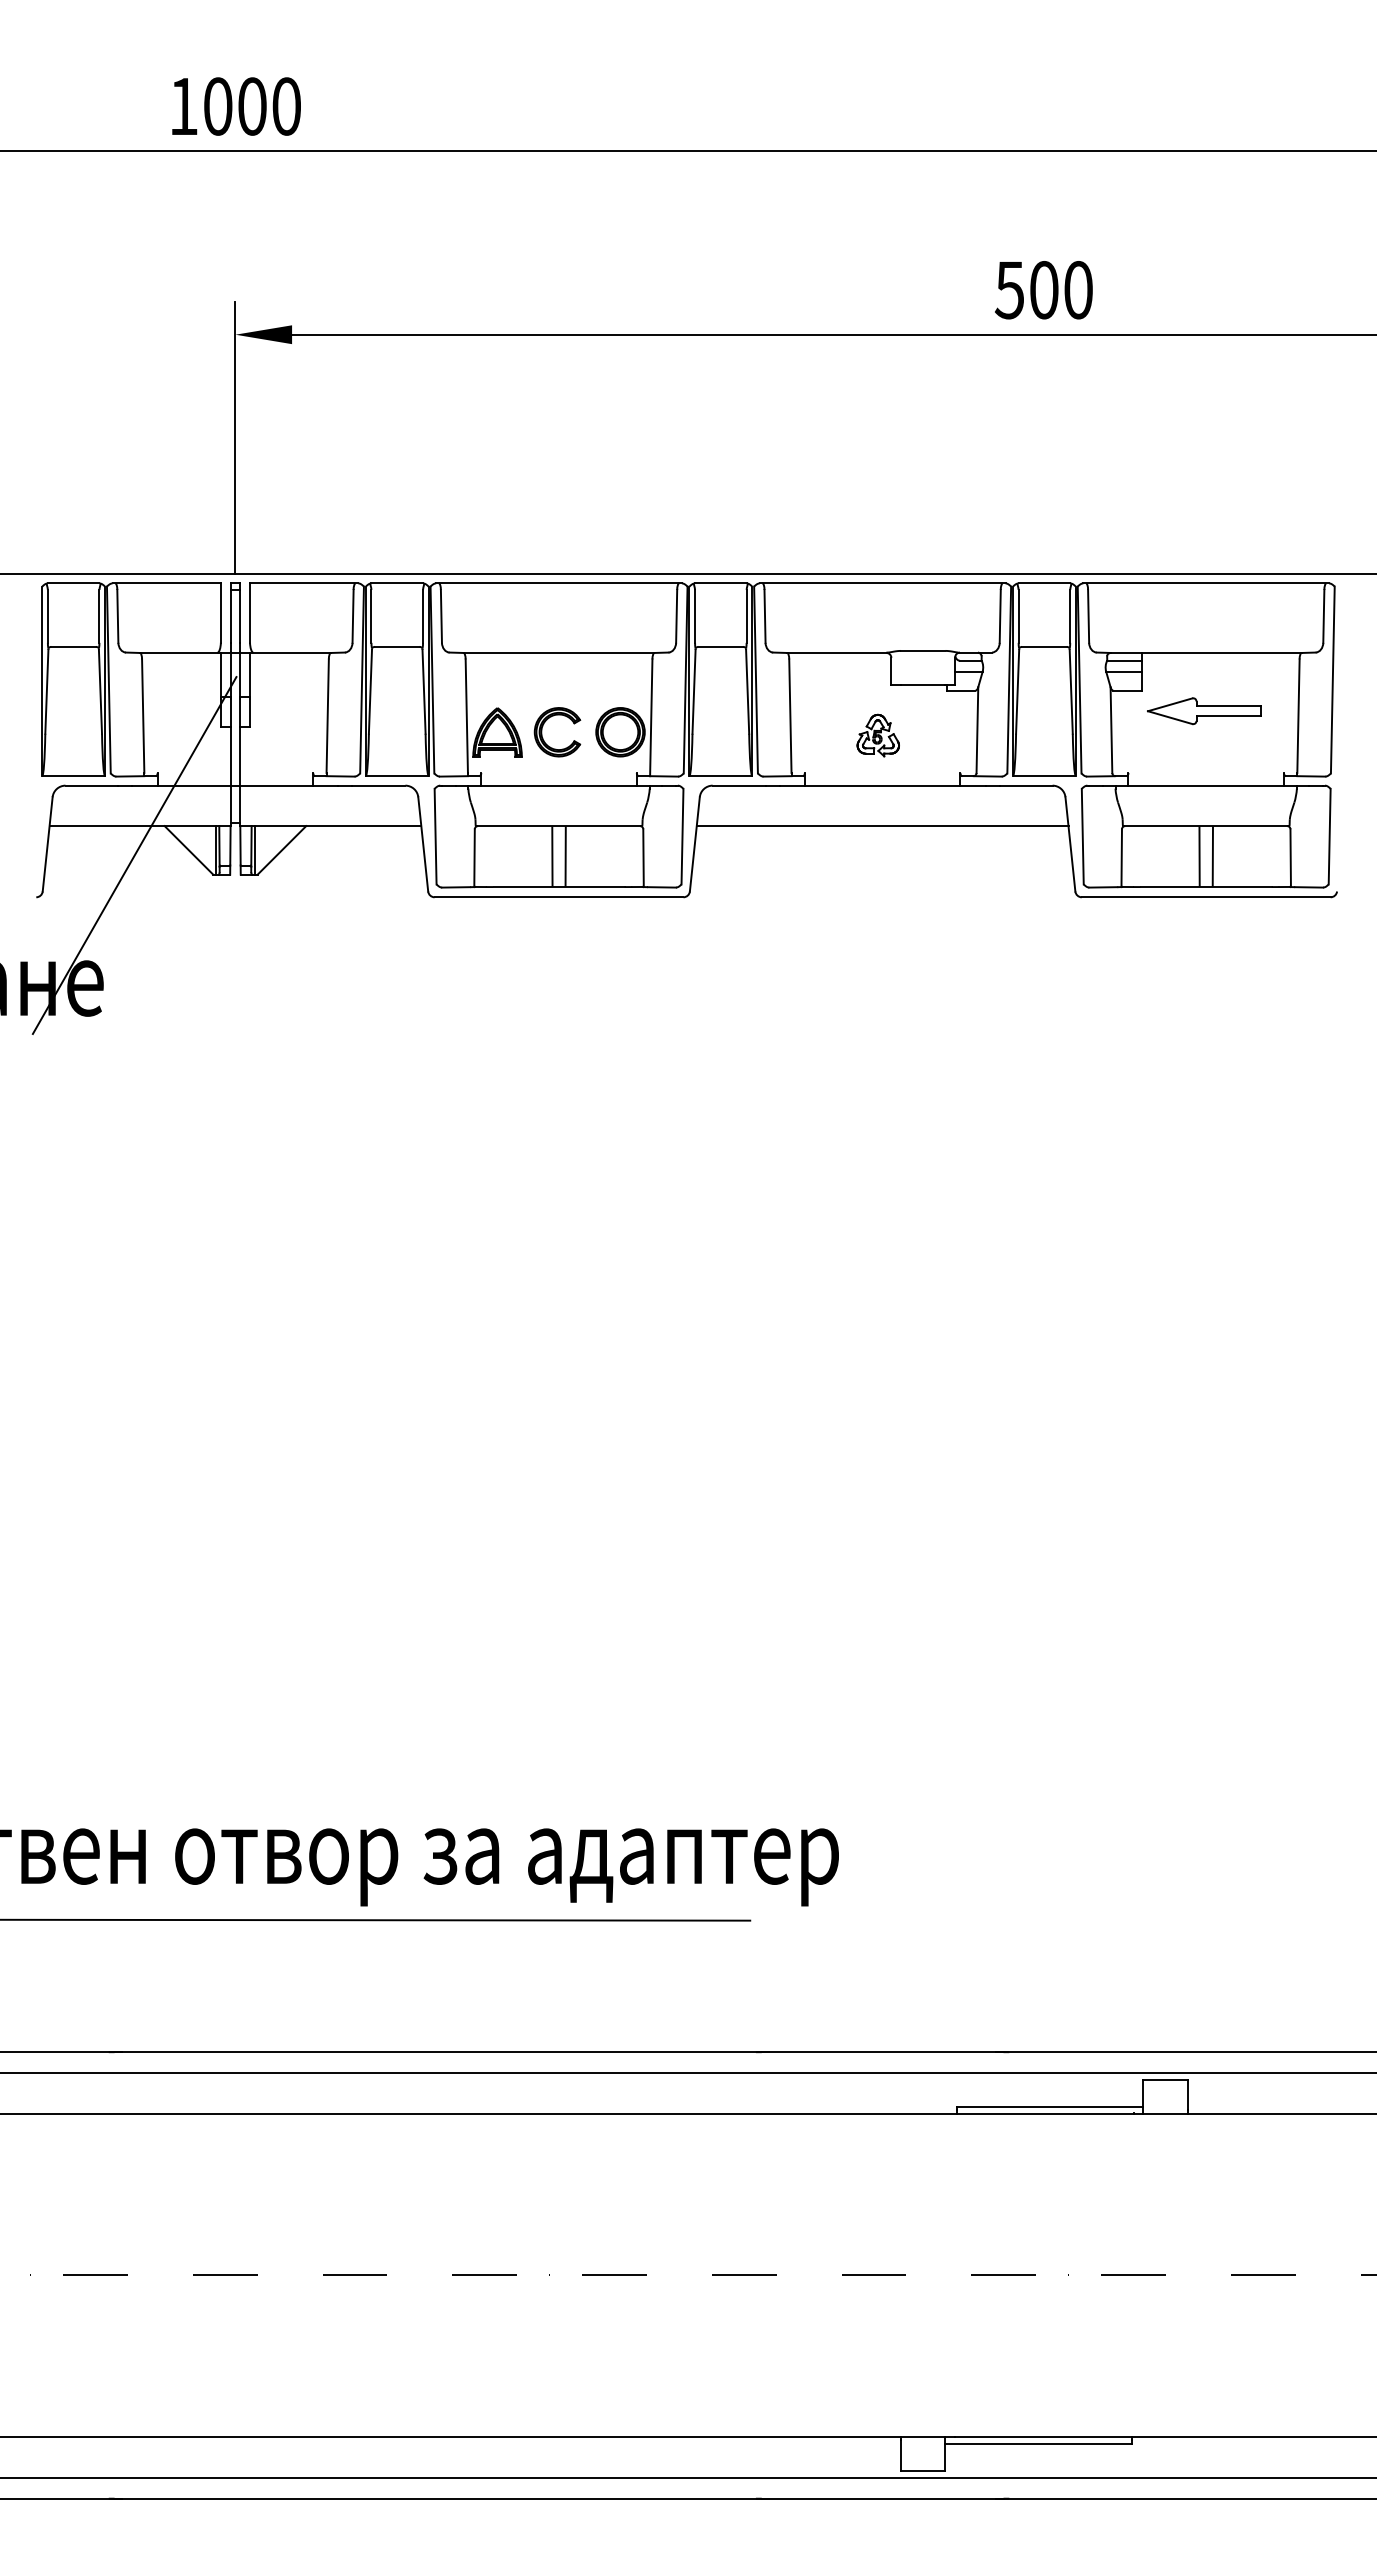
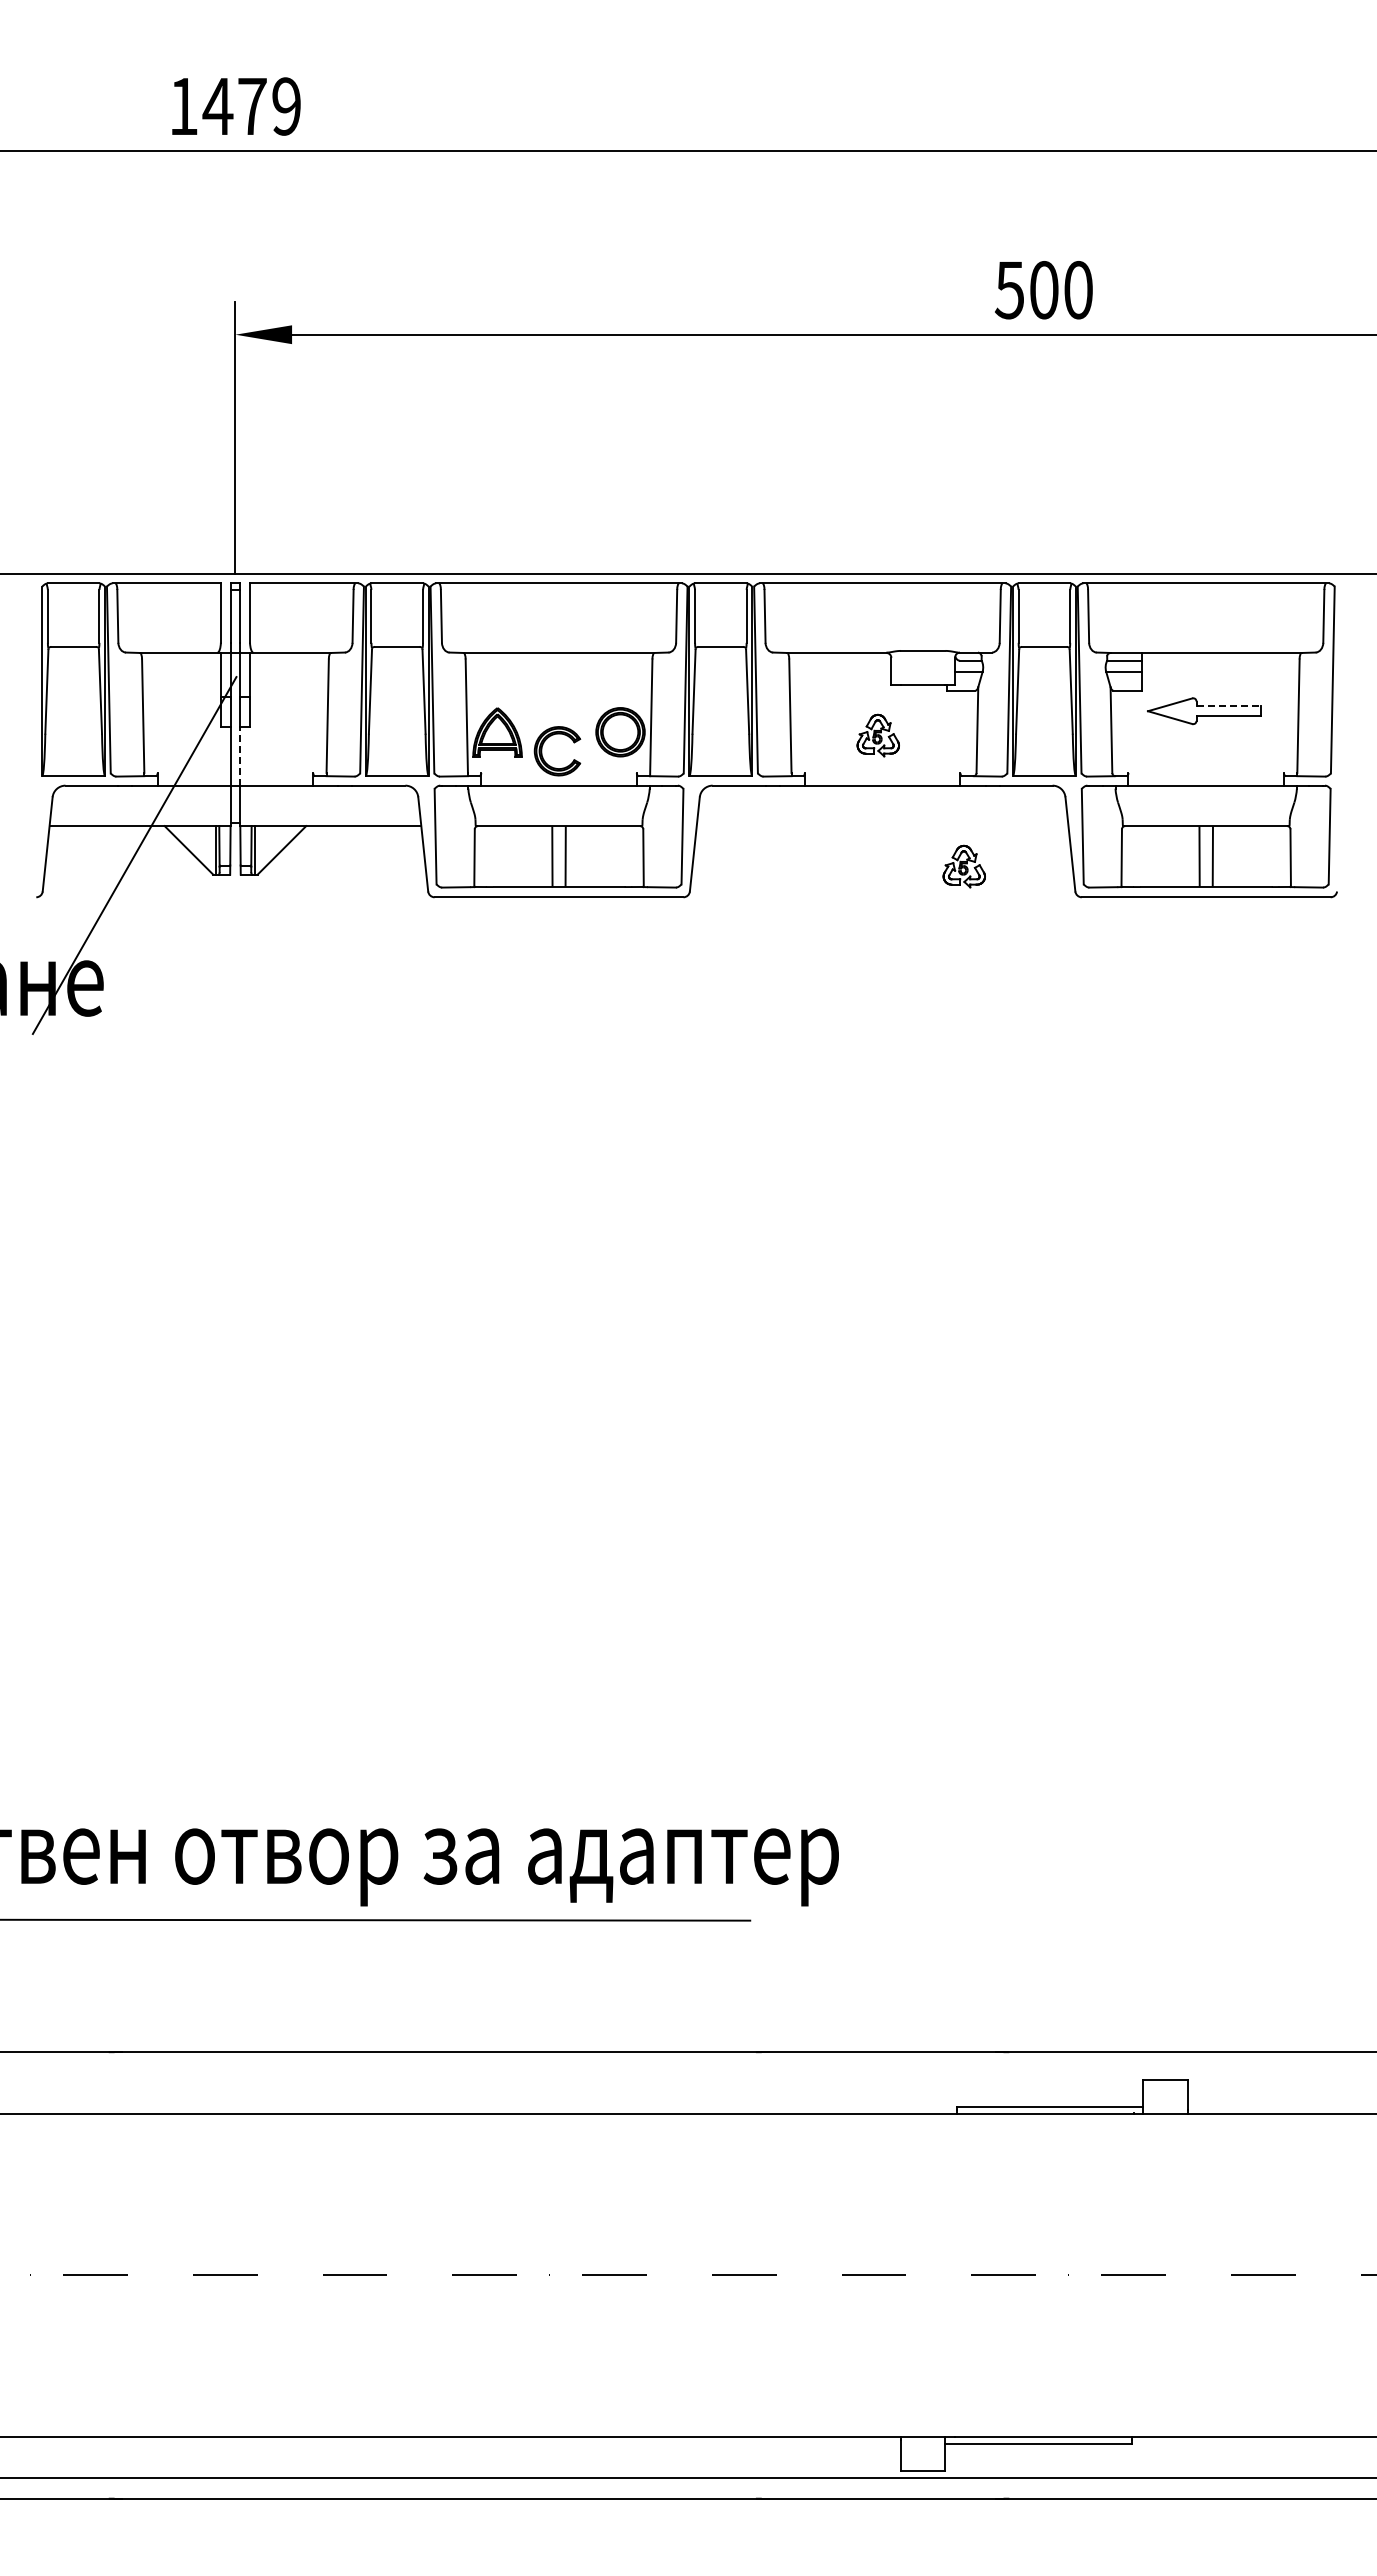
text at (251, 106): 1000 -> 1479
line at (1229, 706): solid -> dashed
part at (542, 732) position: (542, 732) -> (542, 751)
line at (240, 756): solid -> dashed
line at (882, 826): present -> none
part at (963, 866): none -> present
line at (687, 2073): present -> none
